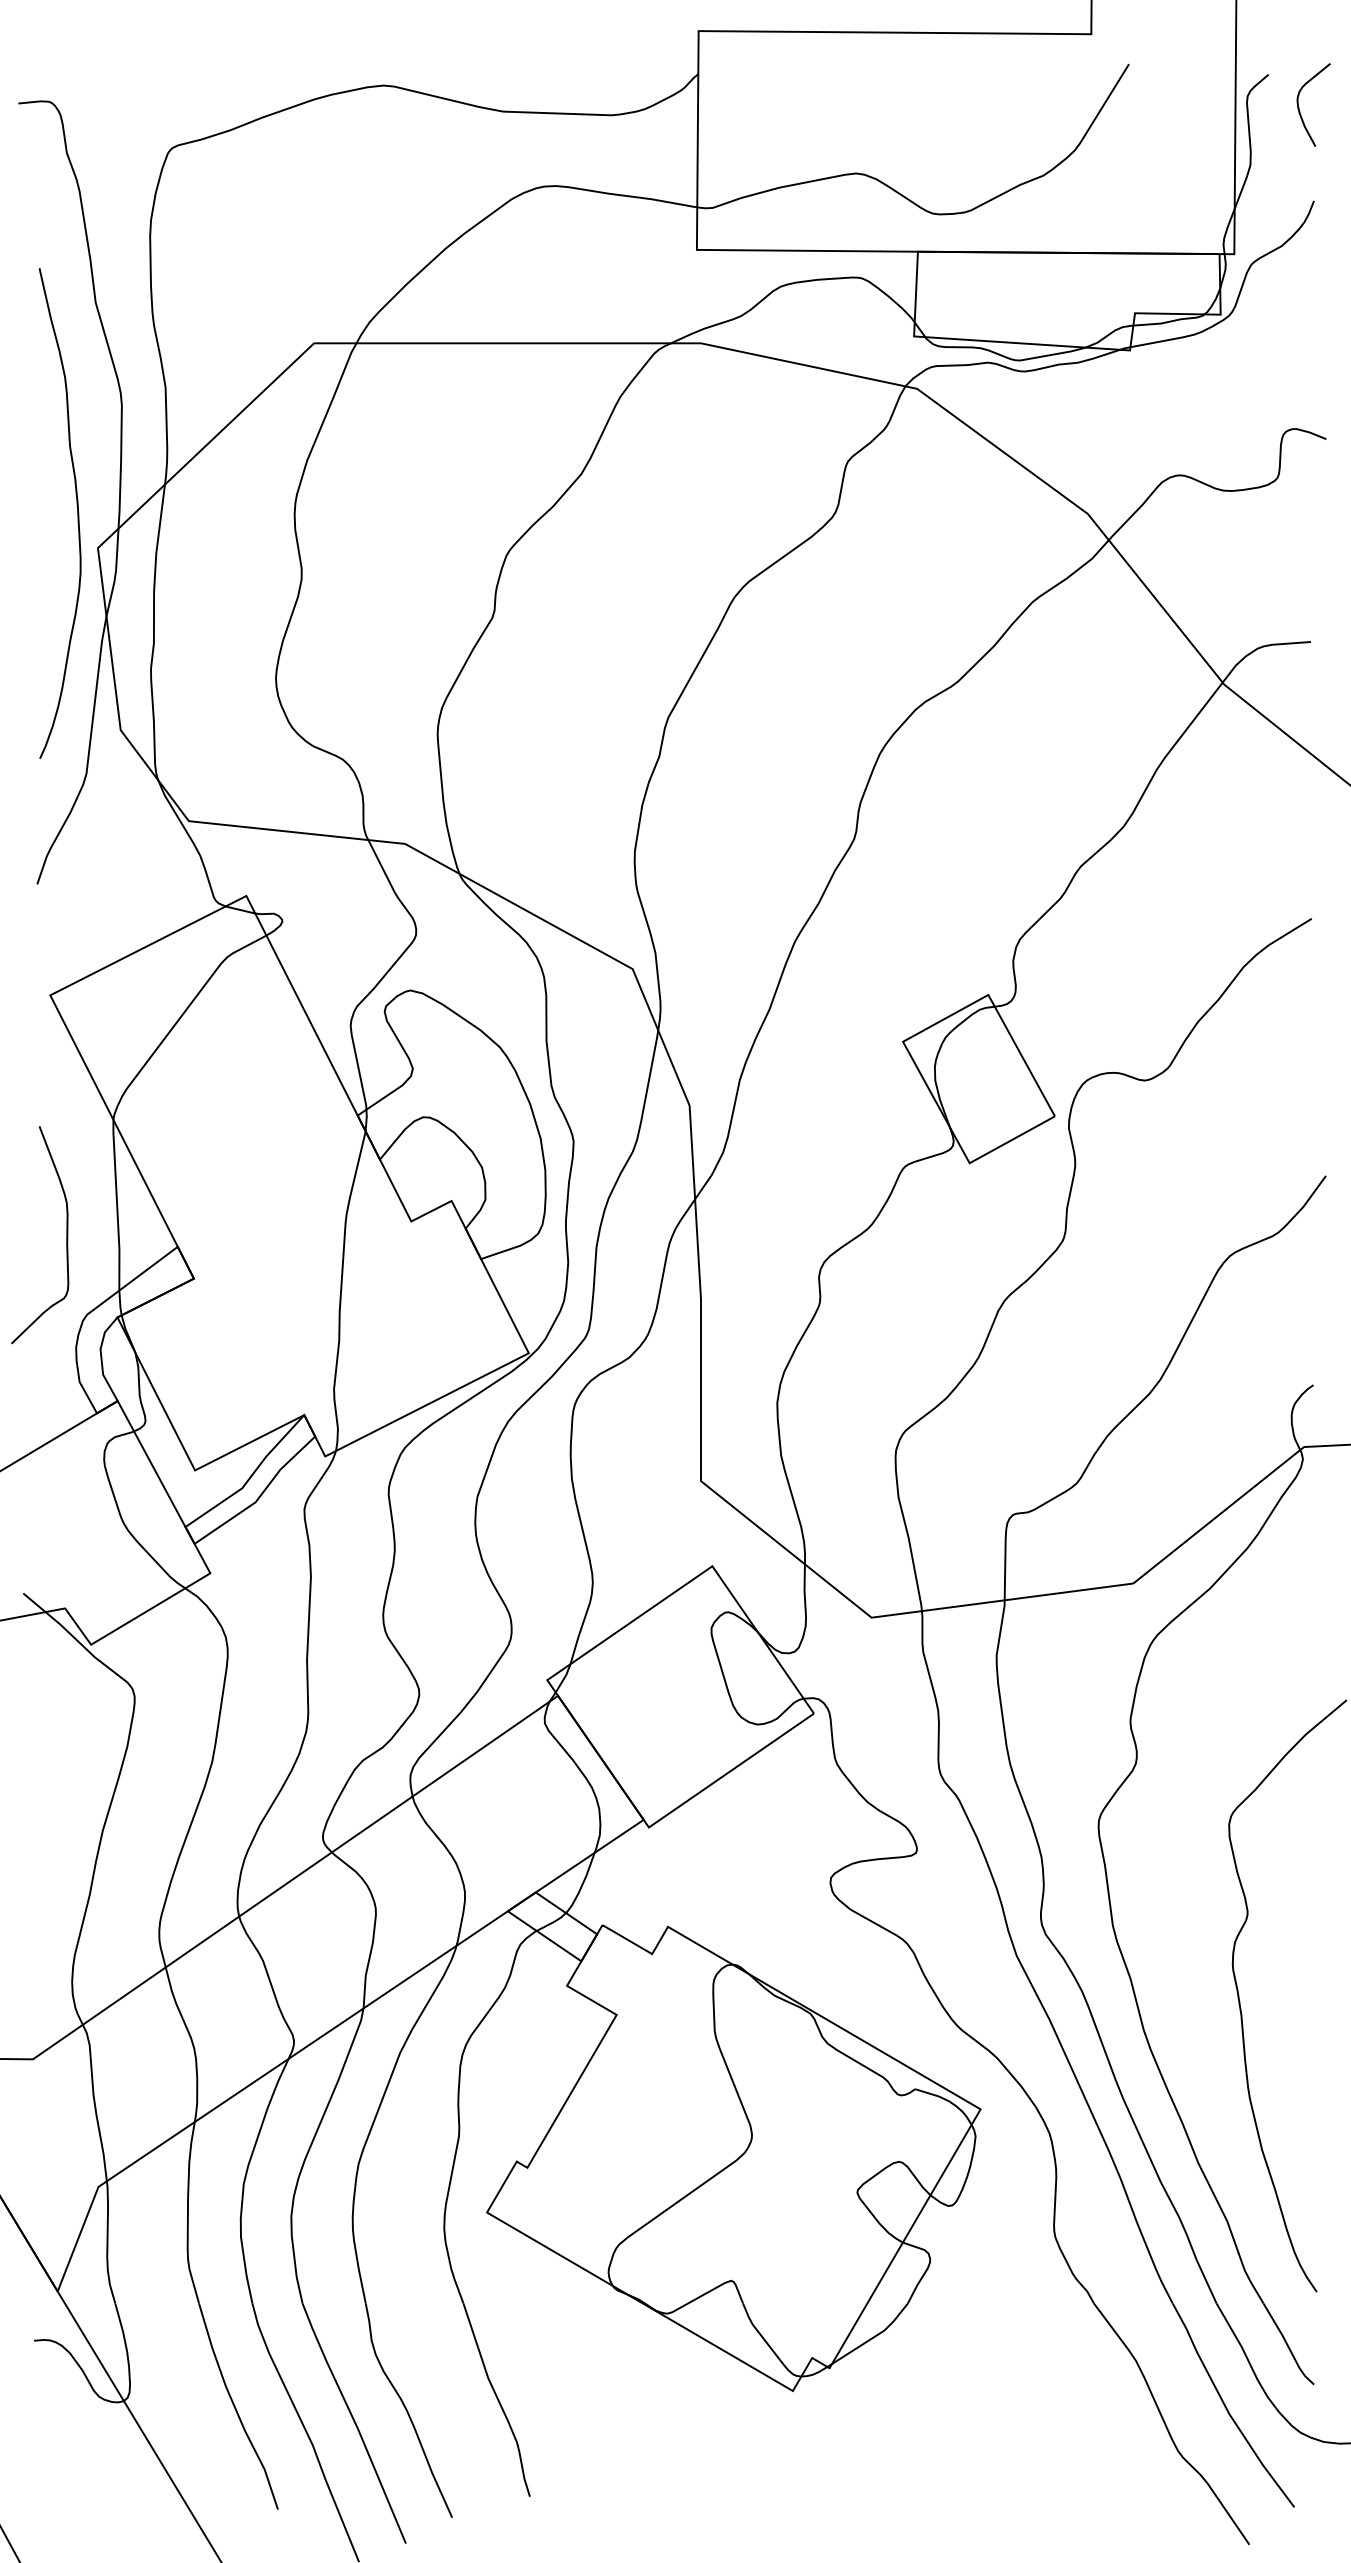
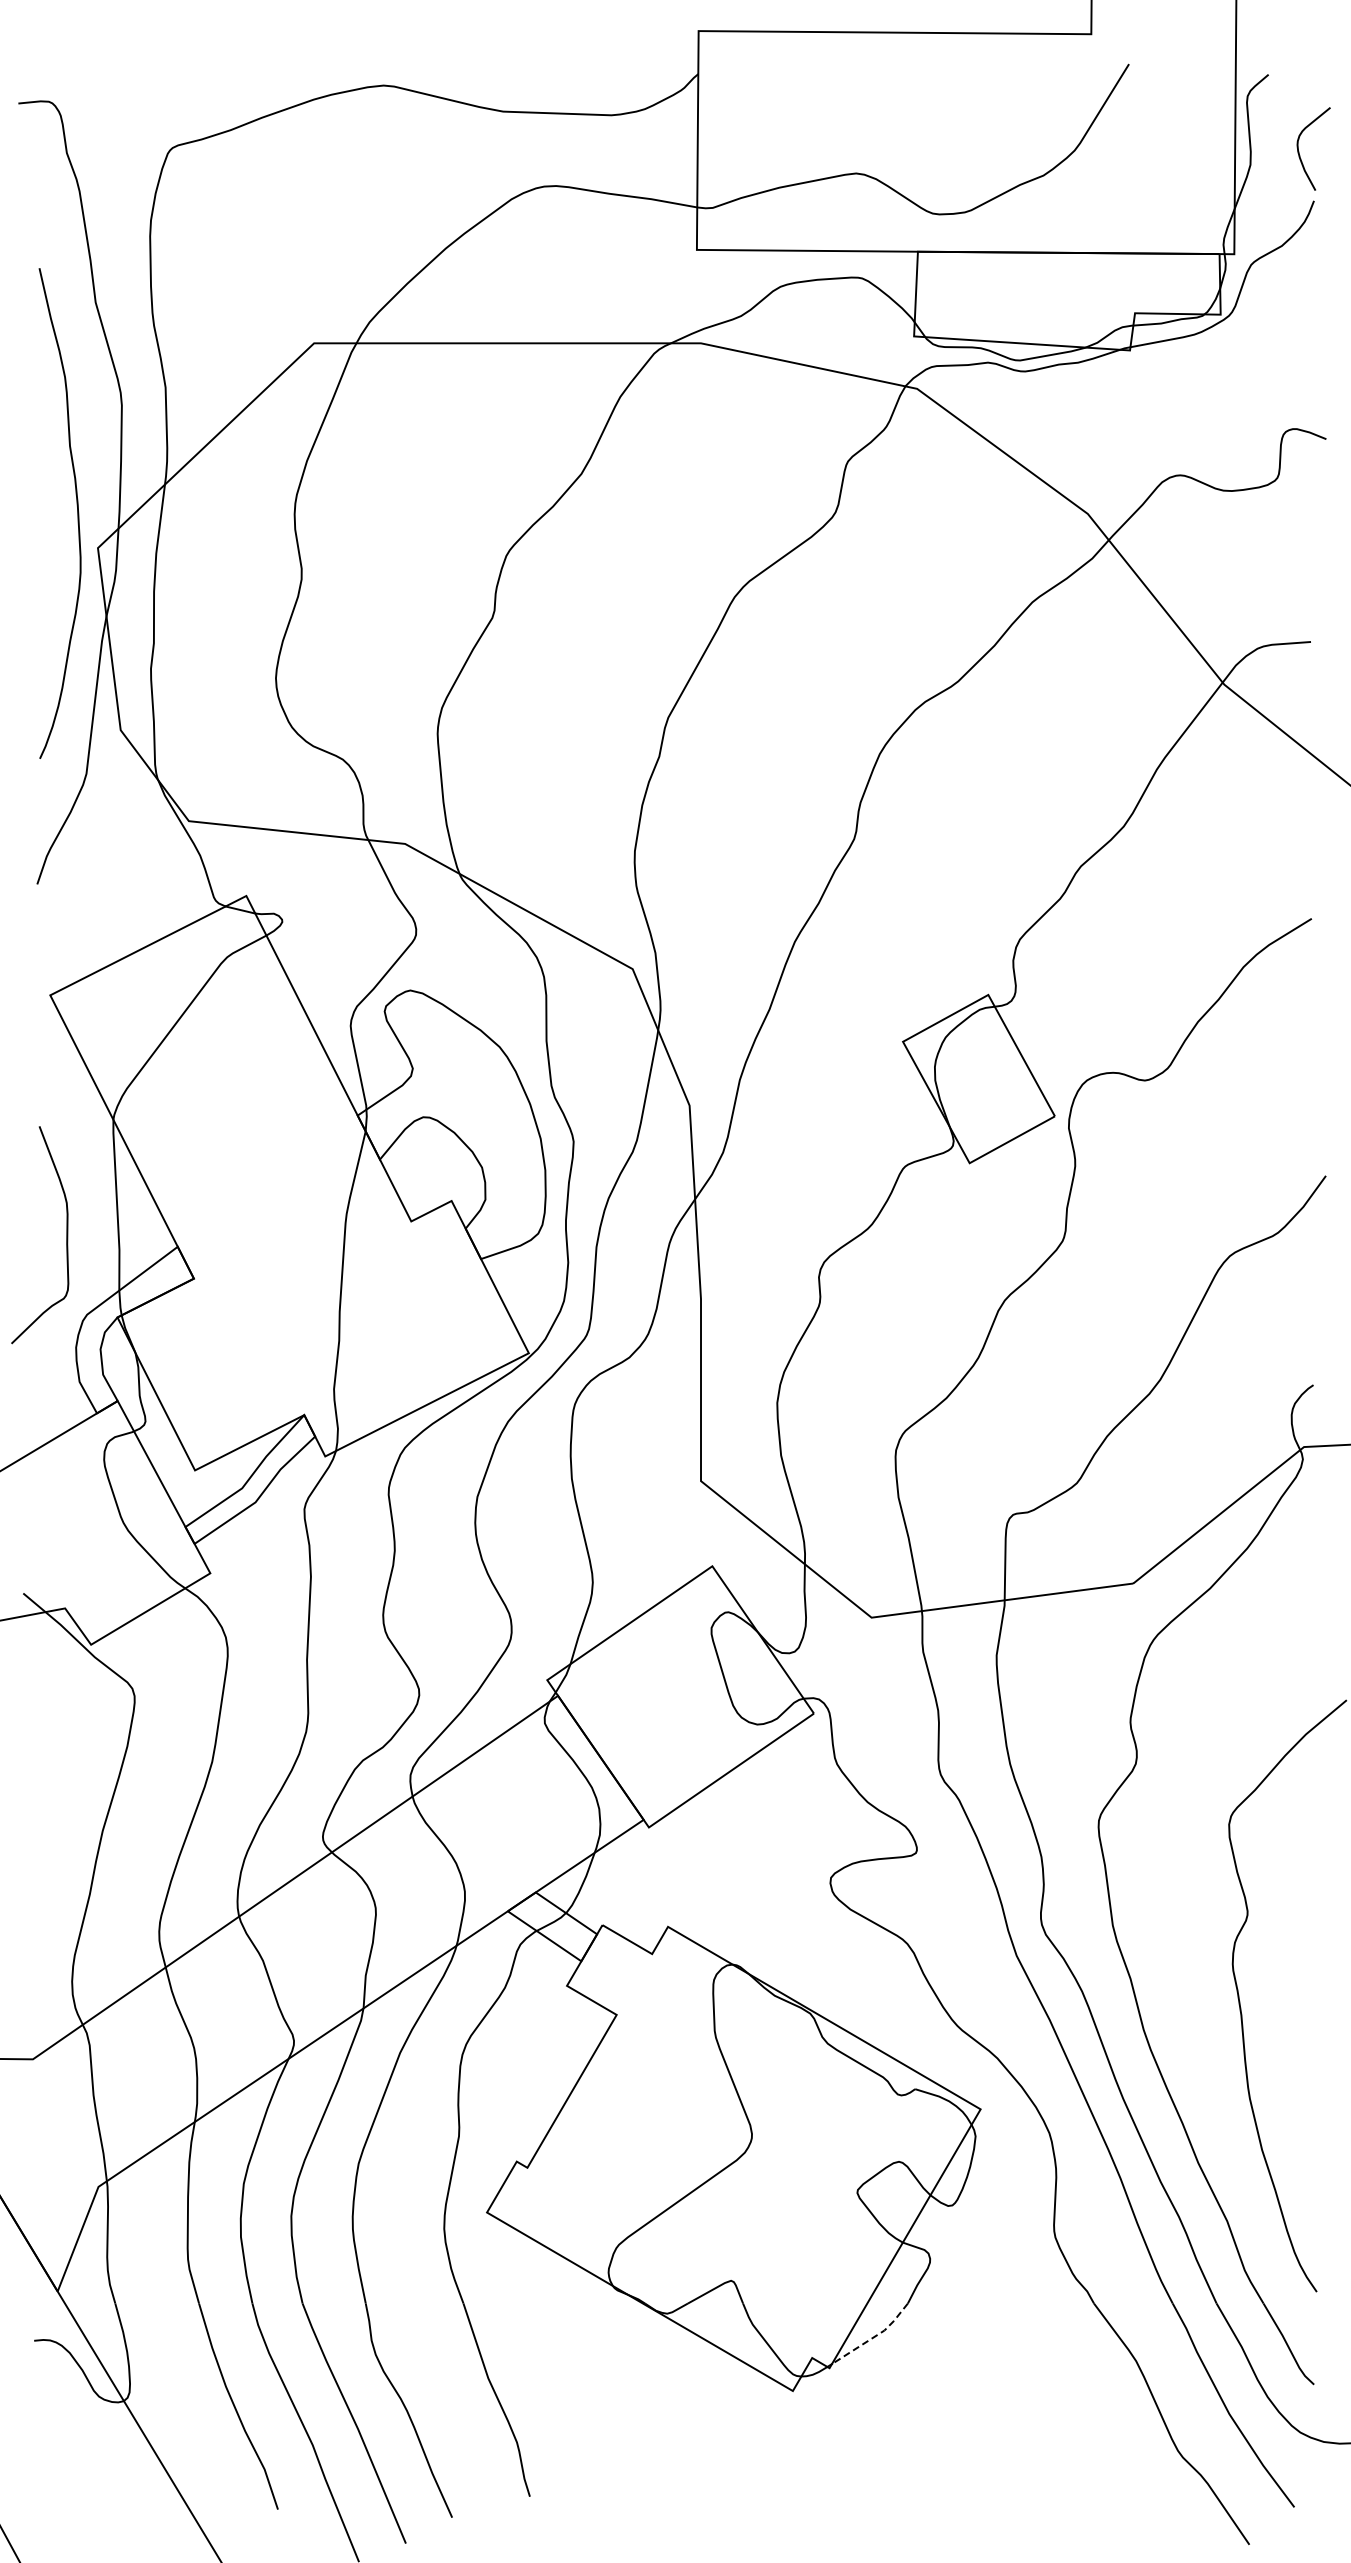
curve at (1299, 107) position: (1299, 107) -> (1299, 151)
line at (874, 2336): solid -> dashed
